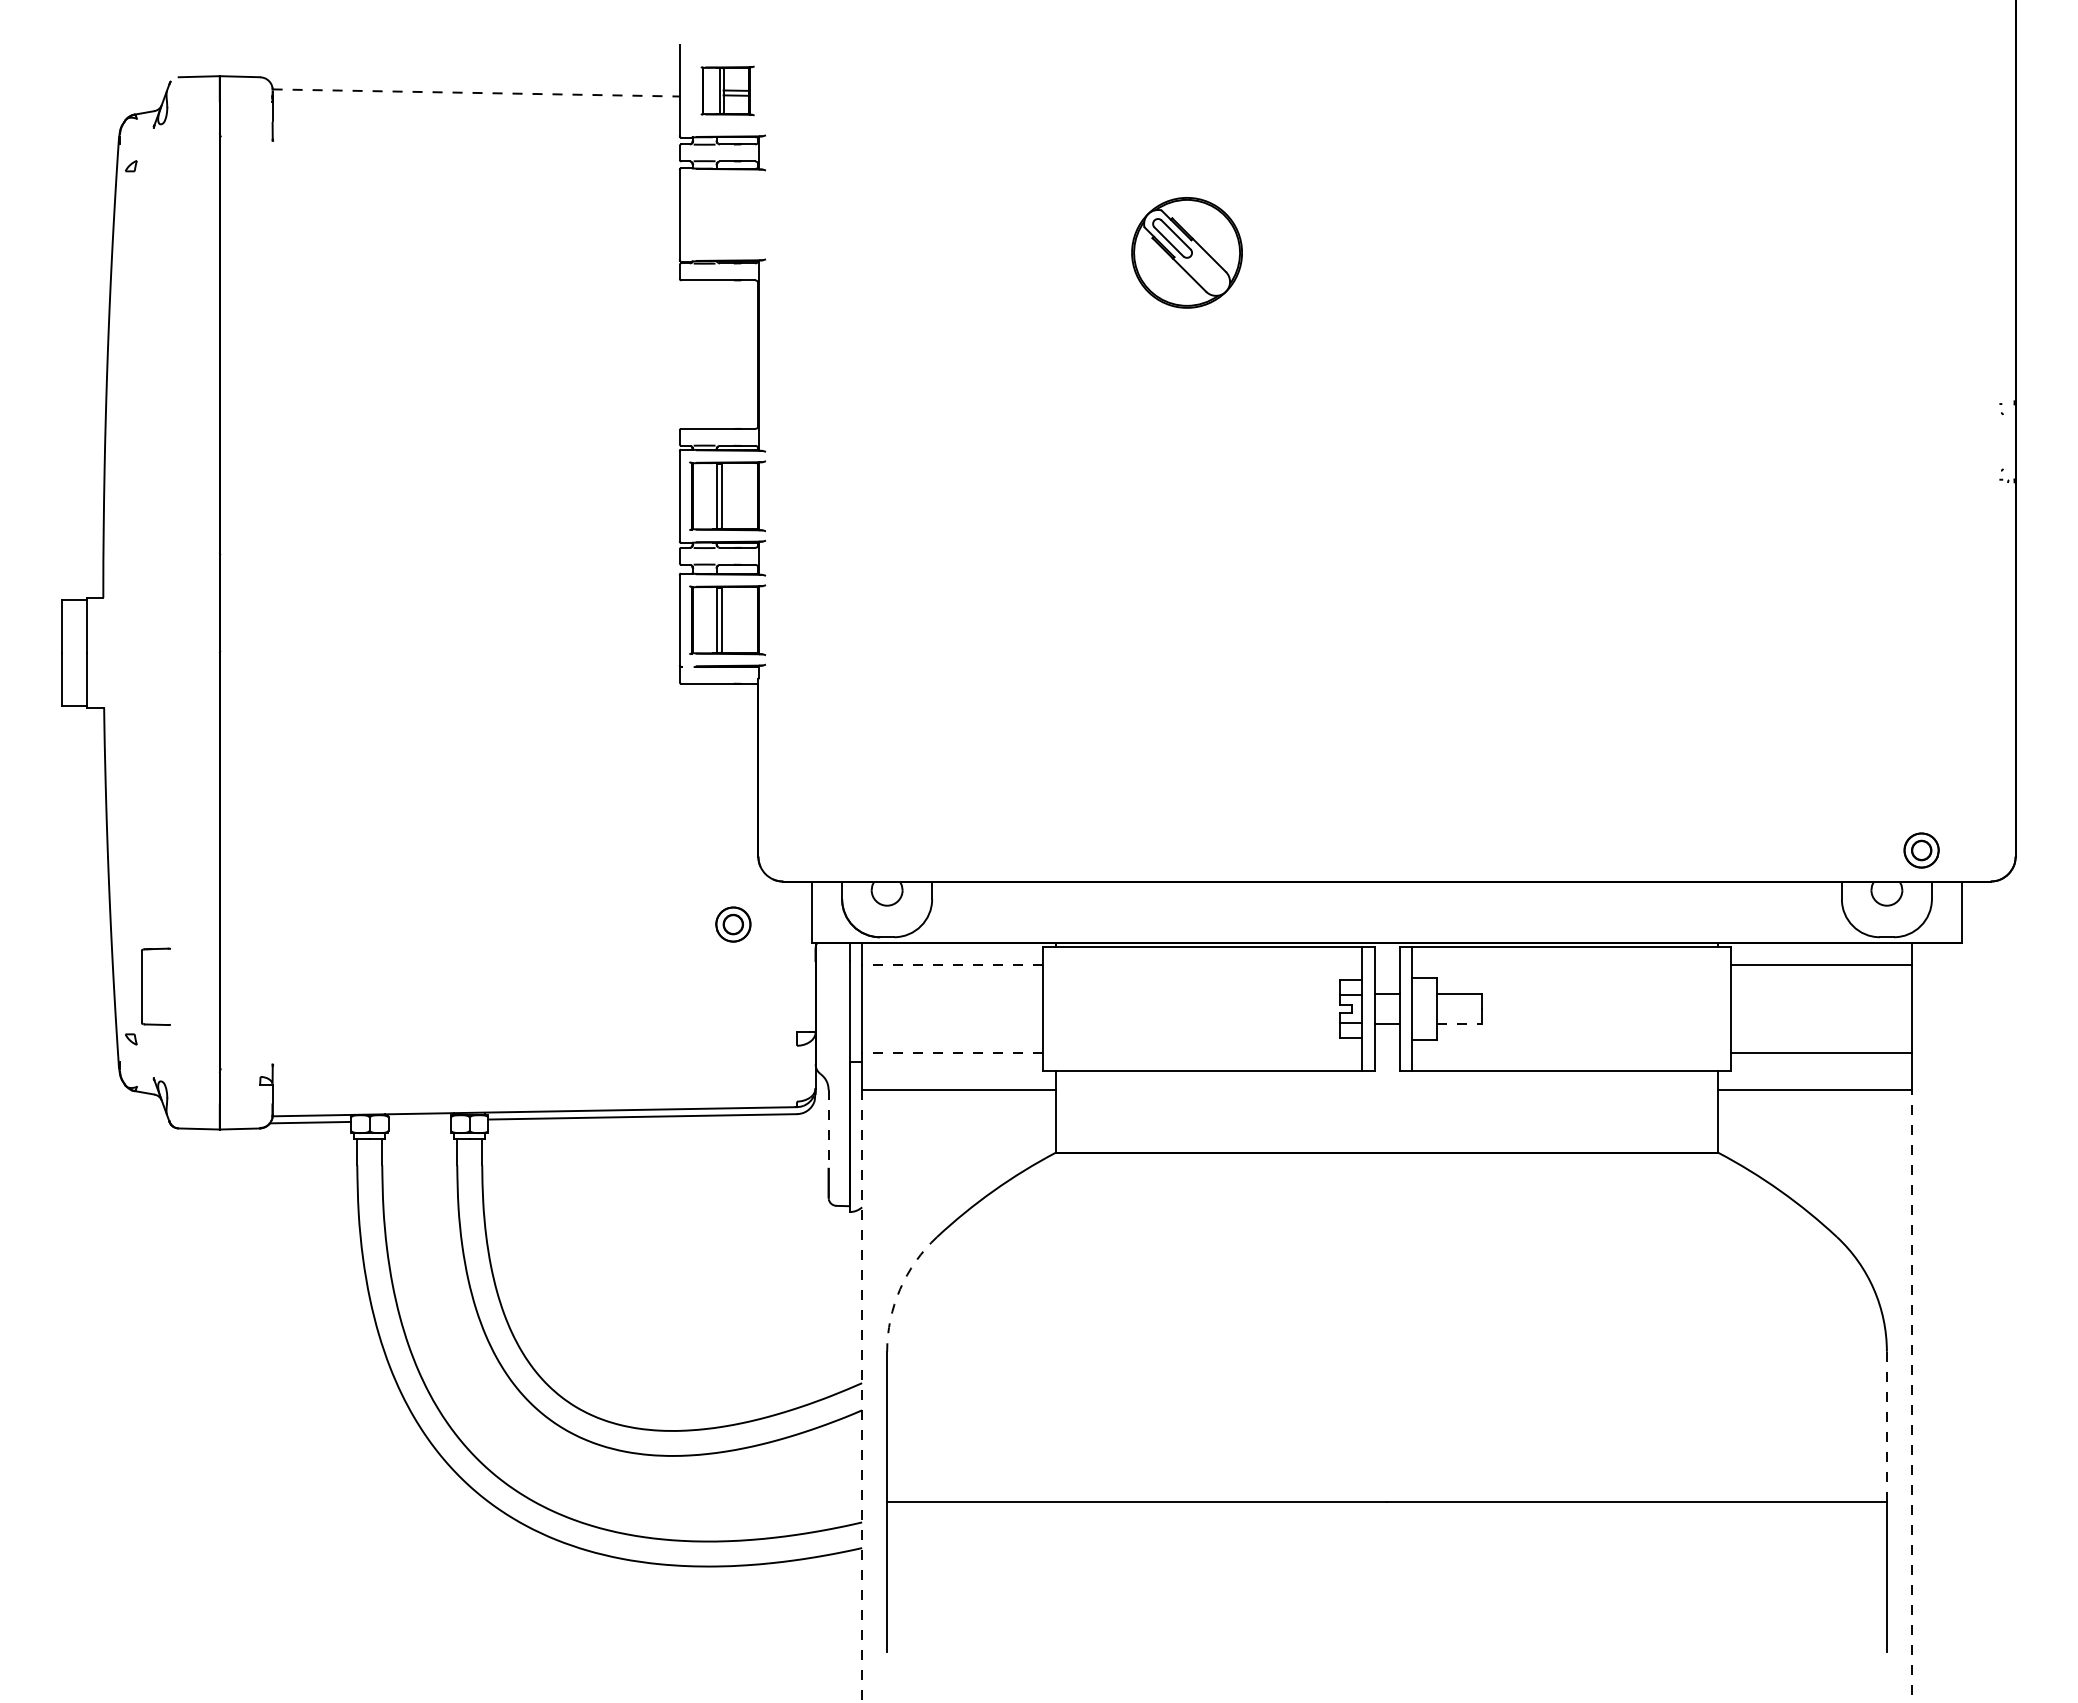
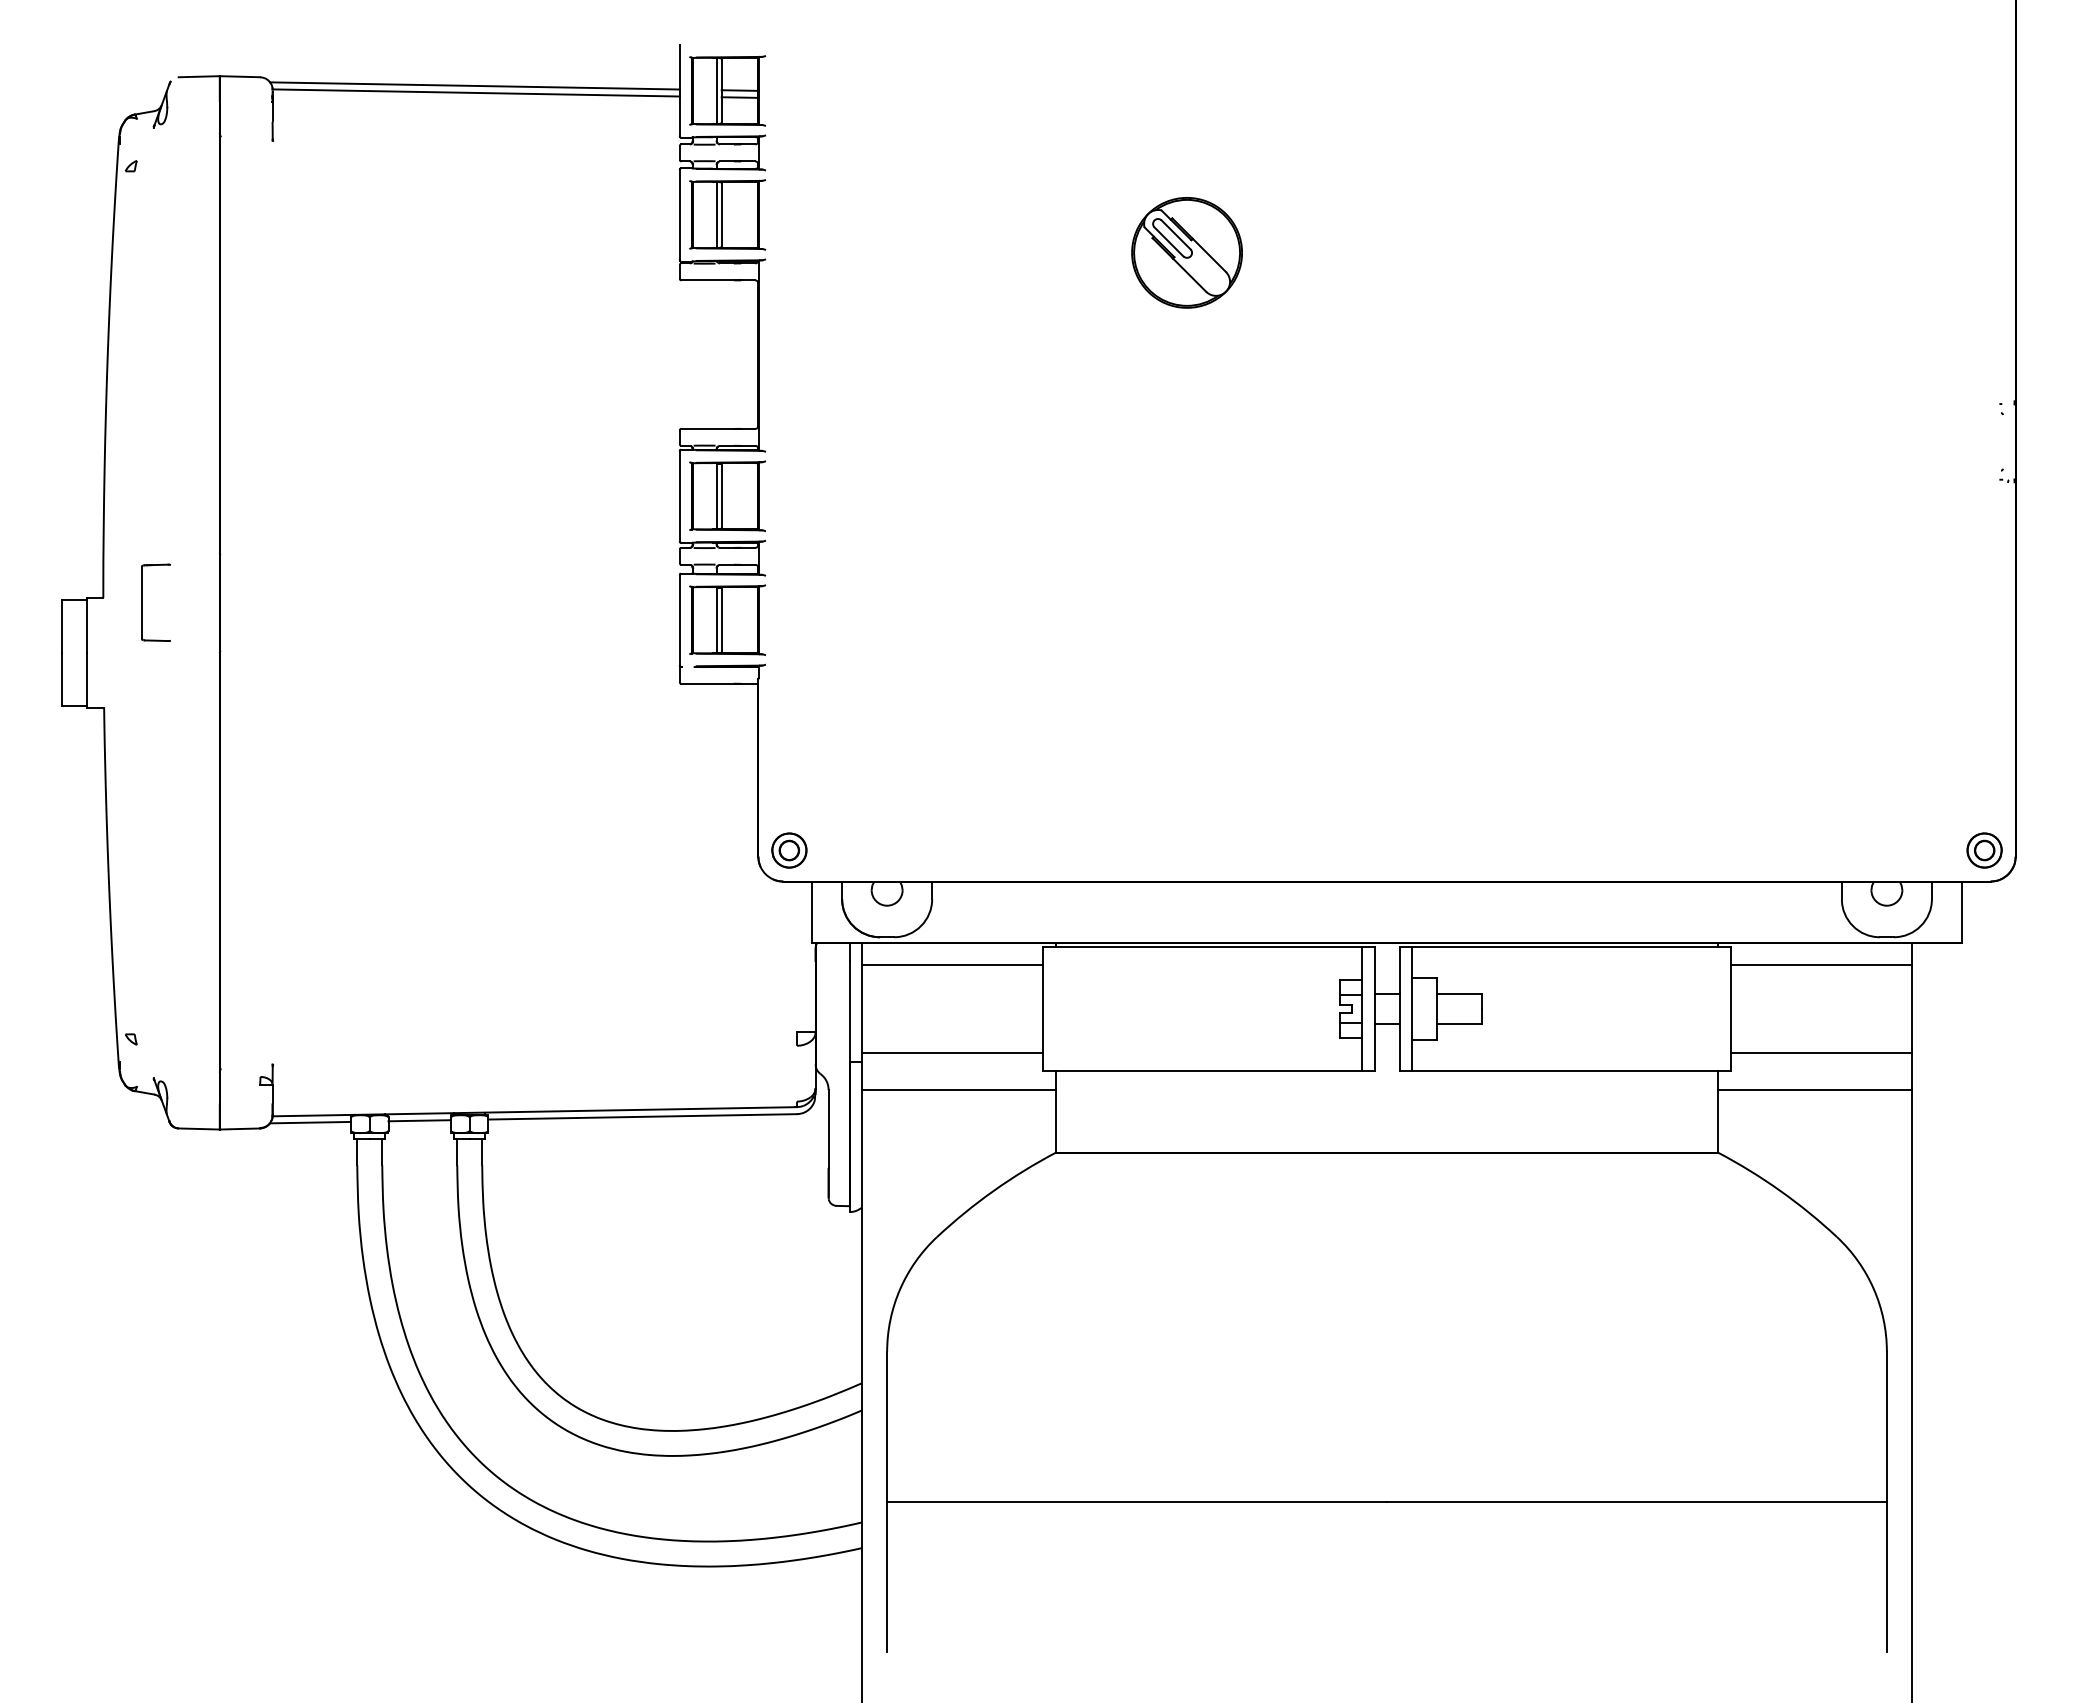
line at (474, 85): none -> present
part at (727, 90) size: 55x52 px -> 78x72 px
line at (476, 92): dashed -> solid
part at (727, 214): none -> present
part at (1921, 850) position: (1921, 850) -> (1984, 850)
part at (733, 924) position: (733, 924) -> (789, 850)
line at (952, 965): dashed -> solid
part at (142, 986) position: (142, 986) -> (142, 602)
line at (1460, 1024): dashed -> solid
line at (952, 1052): dashed -> solid
line at (419, 1120): none -> present
line at (828, 1128): dashed -> solid
arc at (900, 1289): dashed -> solid
line at (862, 1396): dashed -> solid
line at (1911, 1396): dashed -> solid
line at (1886, 1426): dashed -> solid
